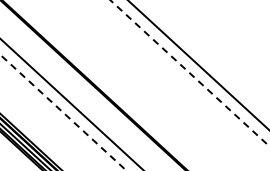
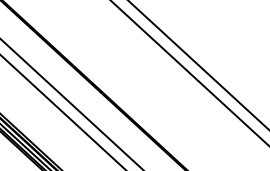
line at (190, 73): dashed -> solid
line at (63, 113): dashed -> solid
